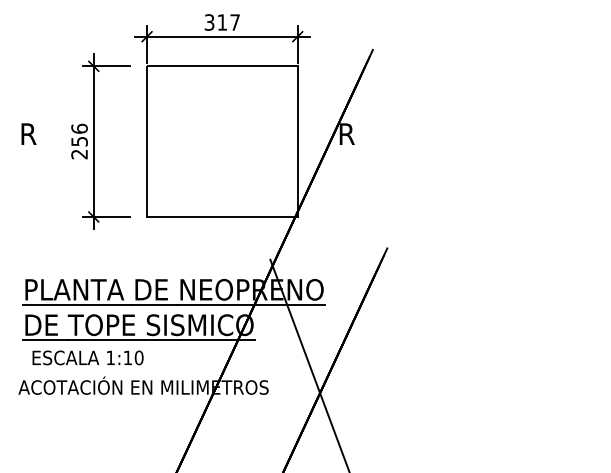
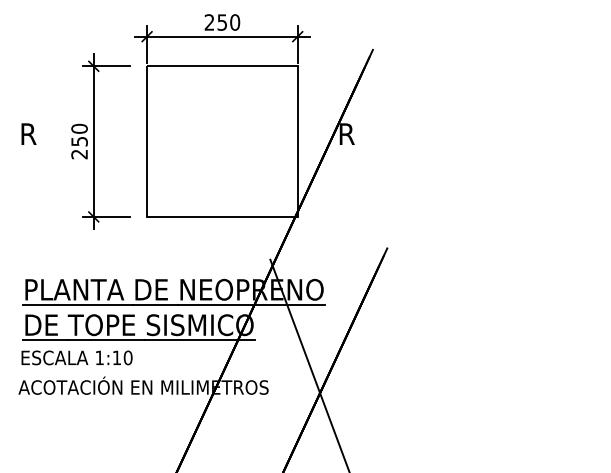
text at (222, 22): 317 -> 250
text at (79, 128): 256 -> 250
text at (87, 357) position: (87, 357) -> (76, 357)
